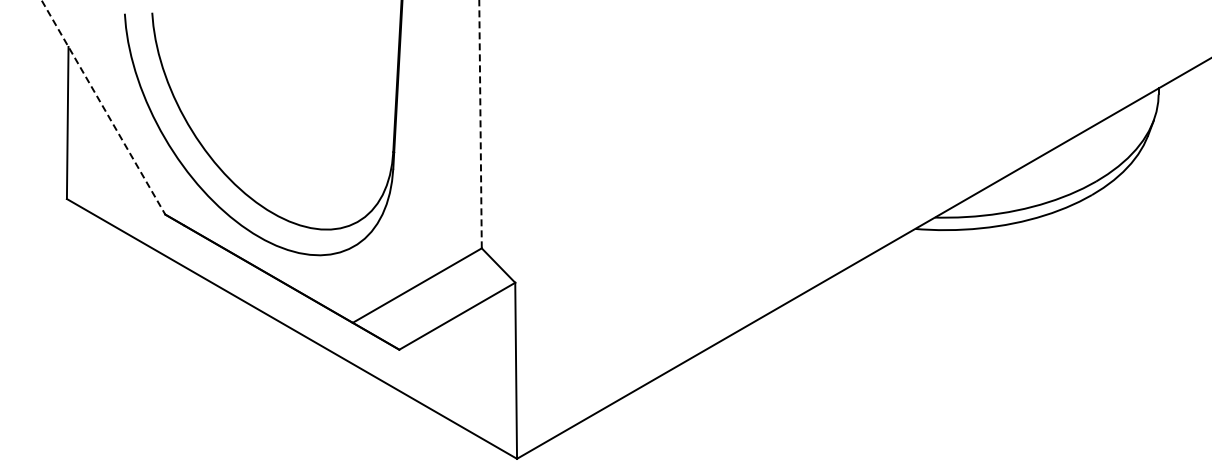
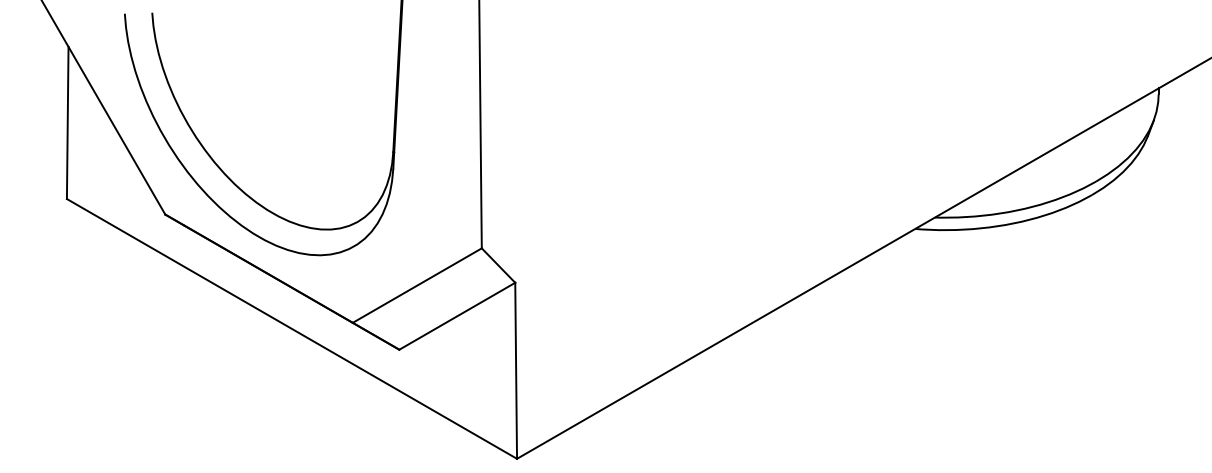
line at (103, 108): dashed -> solid
line at (480, 124): dashed -> solid
